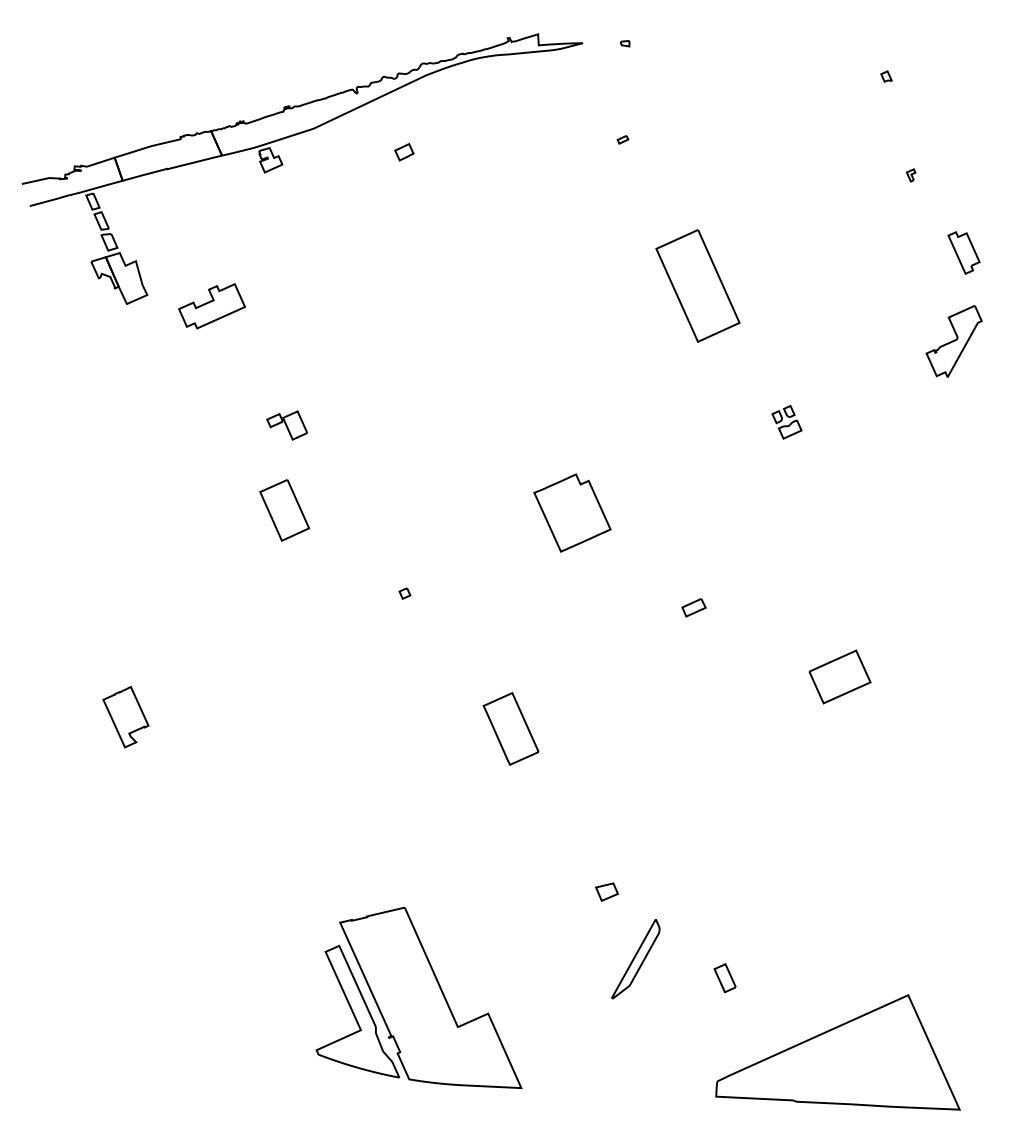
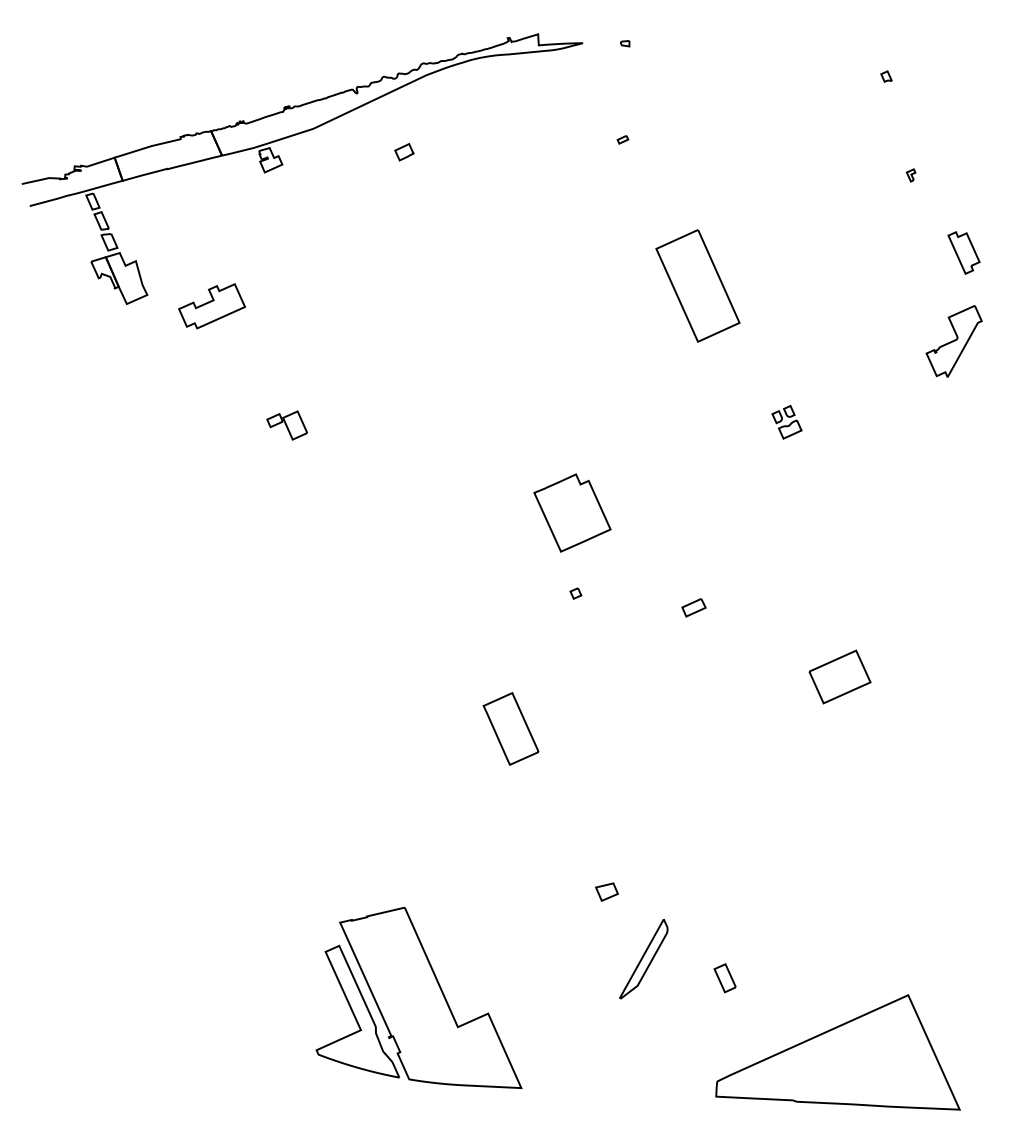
part at (284, 510): present -> none
part at (404, 593) position: (404, 593) -> (575, 593)
part at (125, 717): present -> none
part at (635, 959) position: (635, 959) -> (643, 959)
